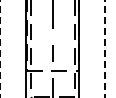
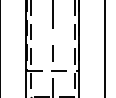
line at (0, 48): dashed -> solid
line at (105, 48): dashed -> solid
